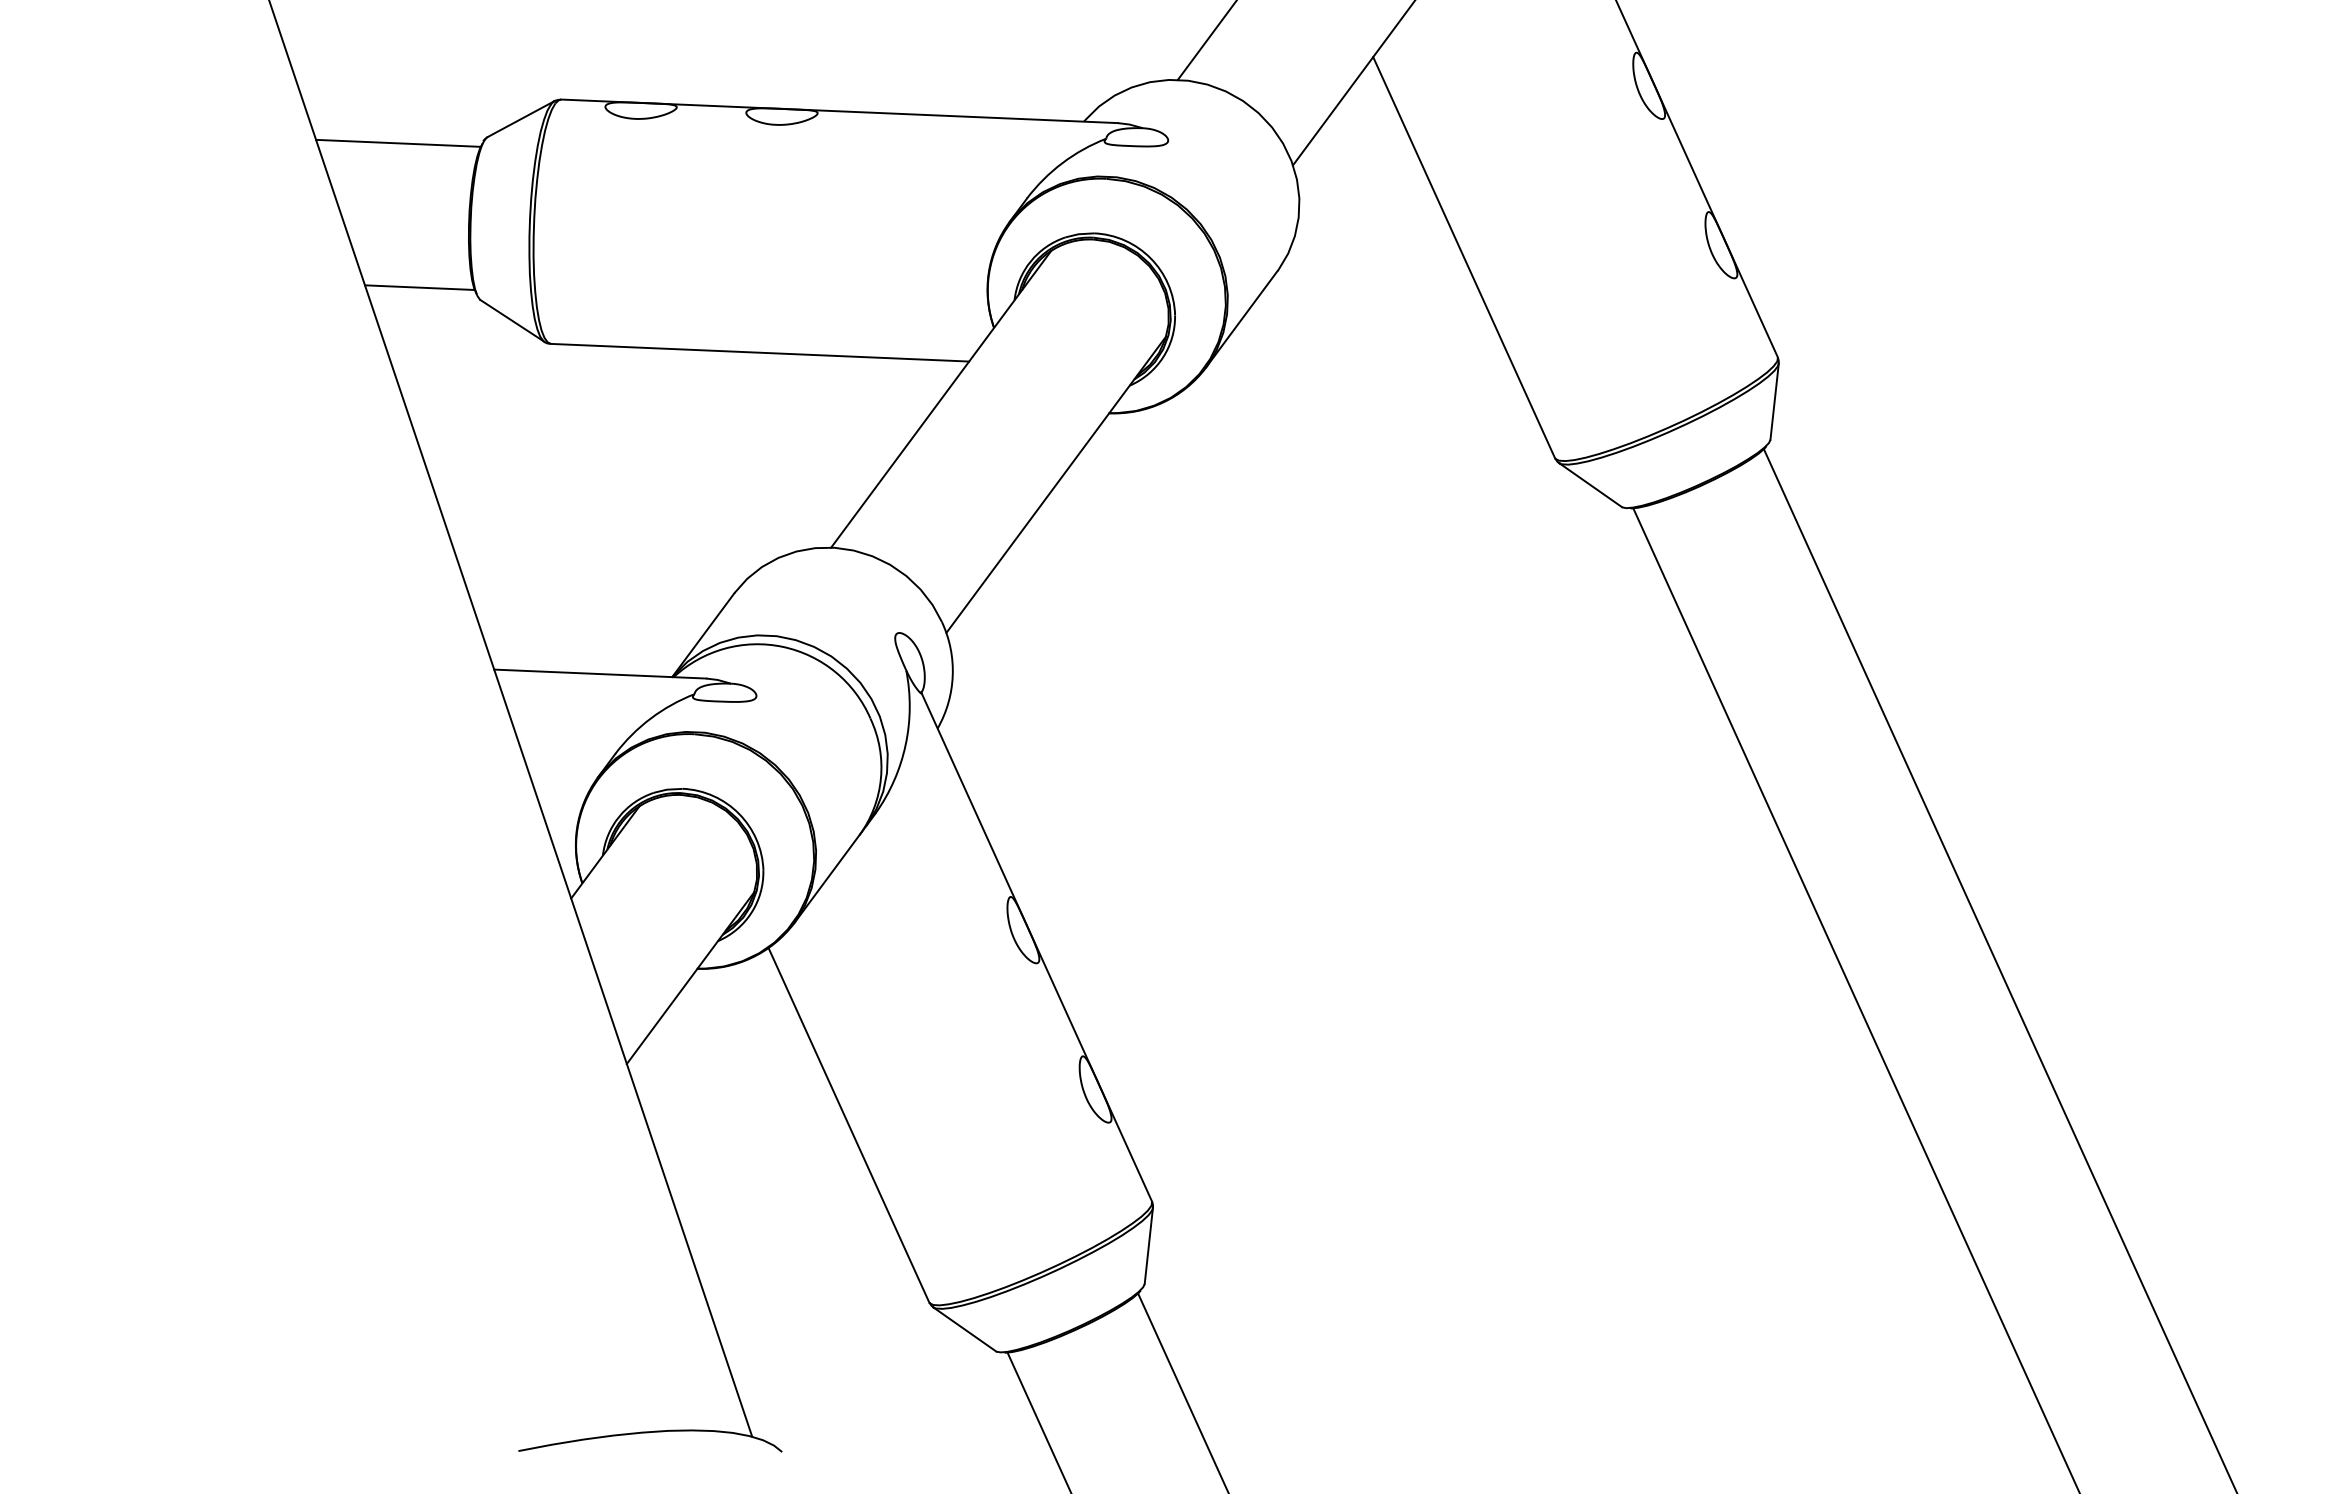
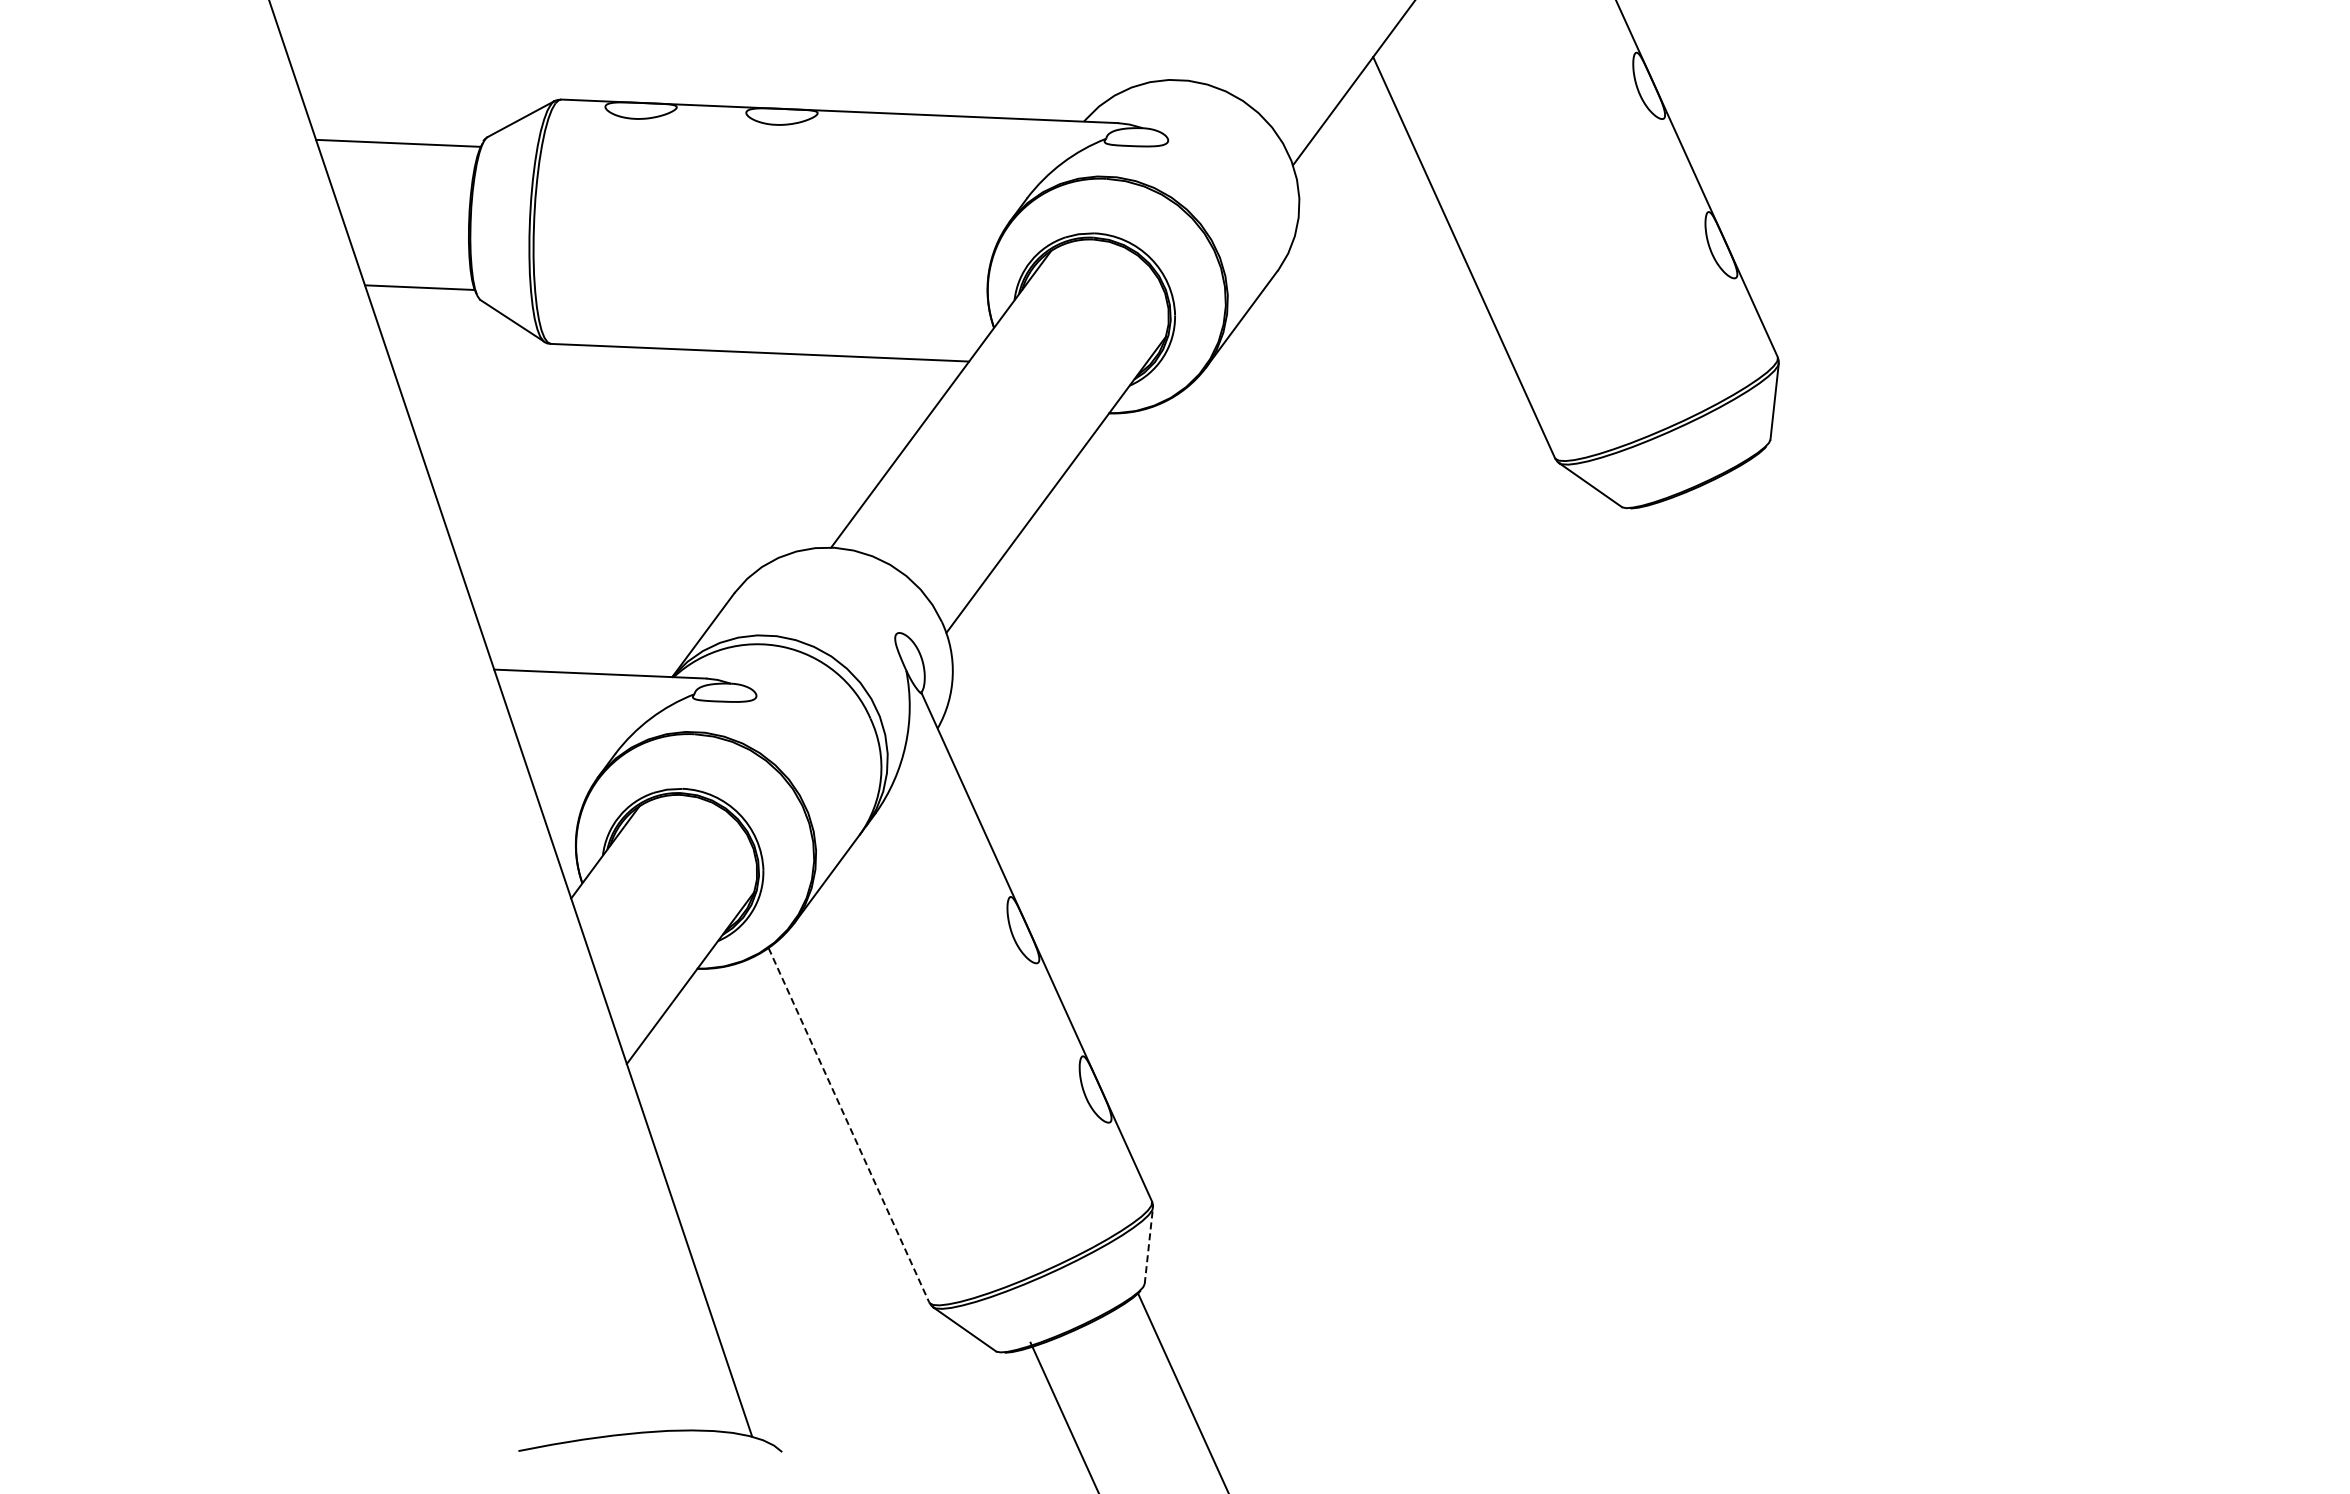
line at (1206, 40): present -> none
line at (1999, 969): present -> none
line at (1855, 999): present -> none
line at (848, 1125): solid -> dashed
line at (1148, 1245): solid -> dashed
line at (1038, 1421) position: (1038, 1421) -> (1063, 1416)
